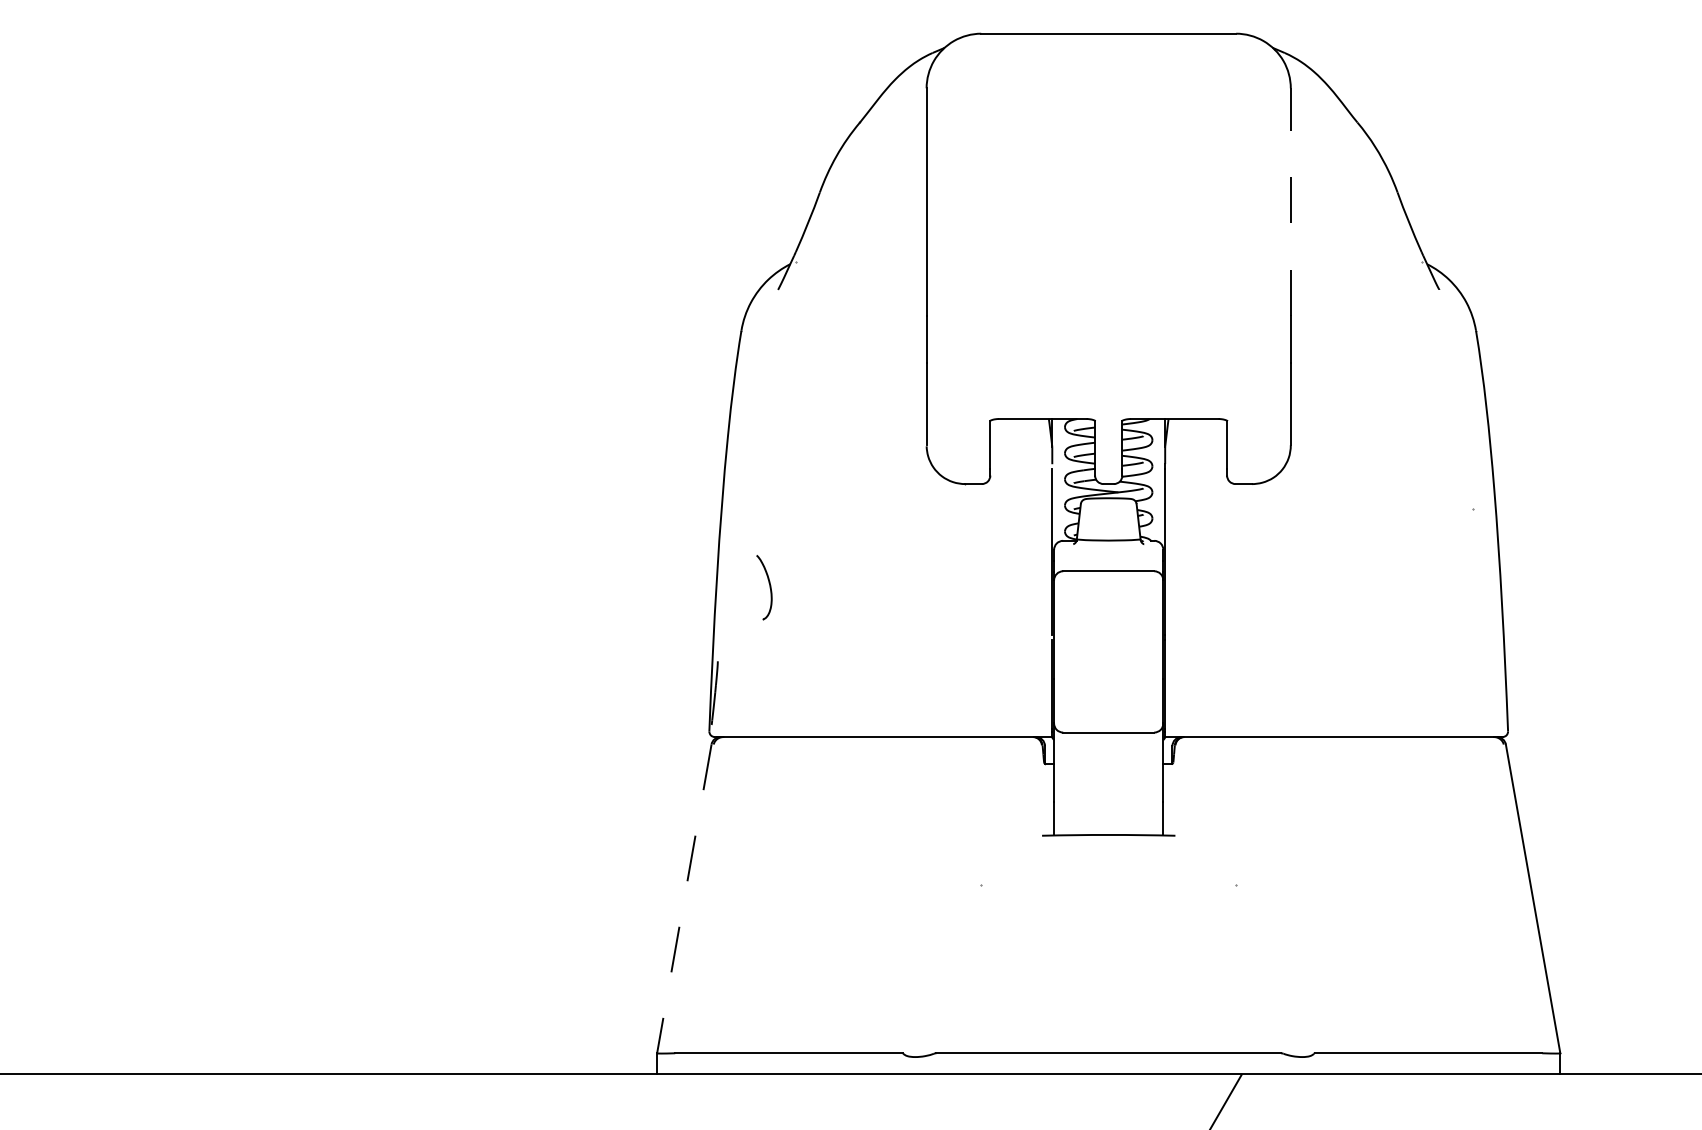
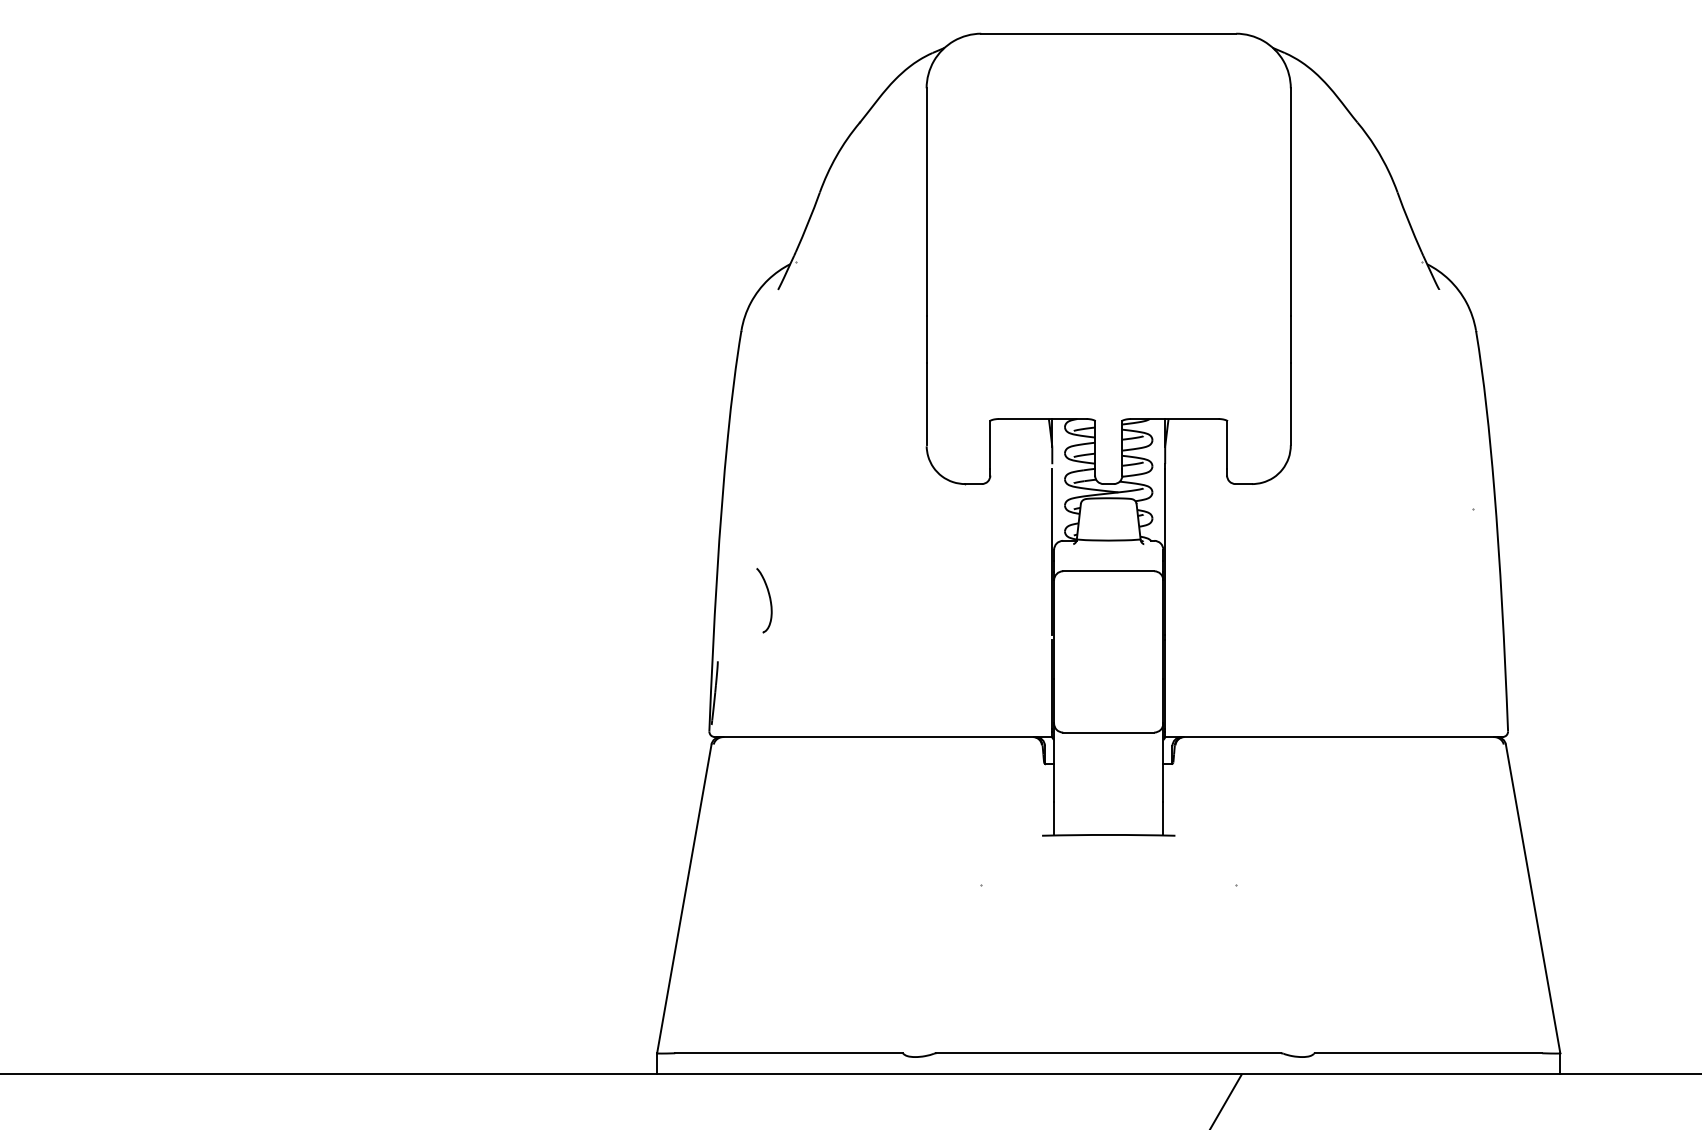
line at (1290, 202): dashed -> solid
part at (764, 587) position: (764, 587) -> (764, 600)
line at (684, 898): dashed -> solid
